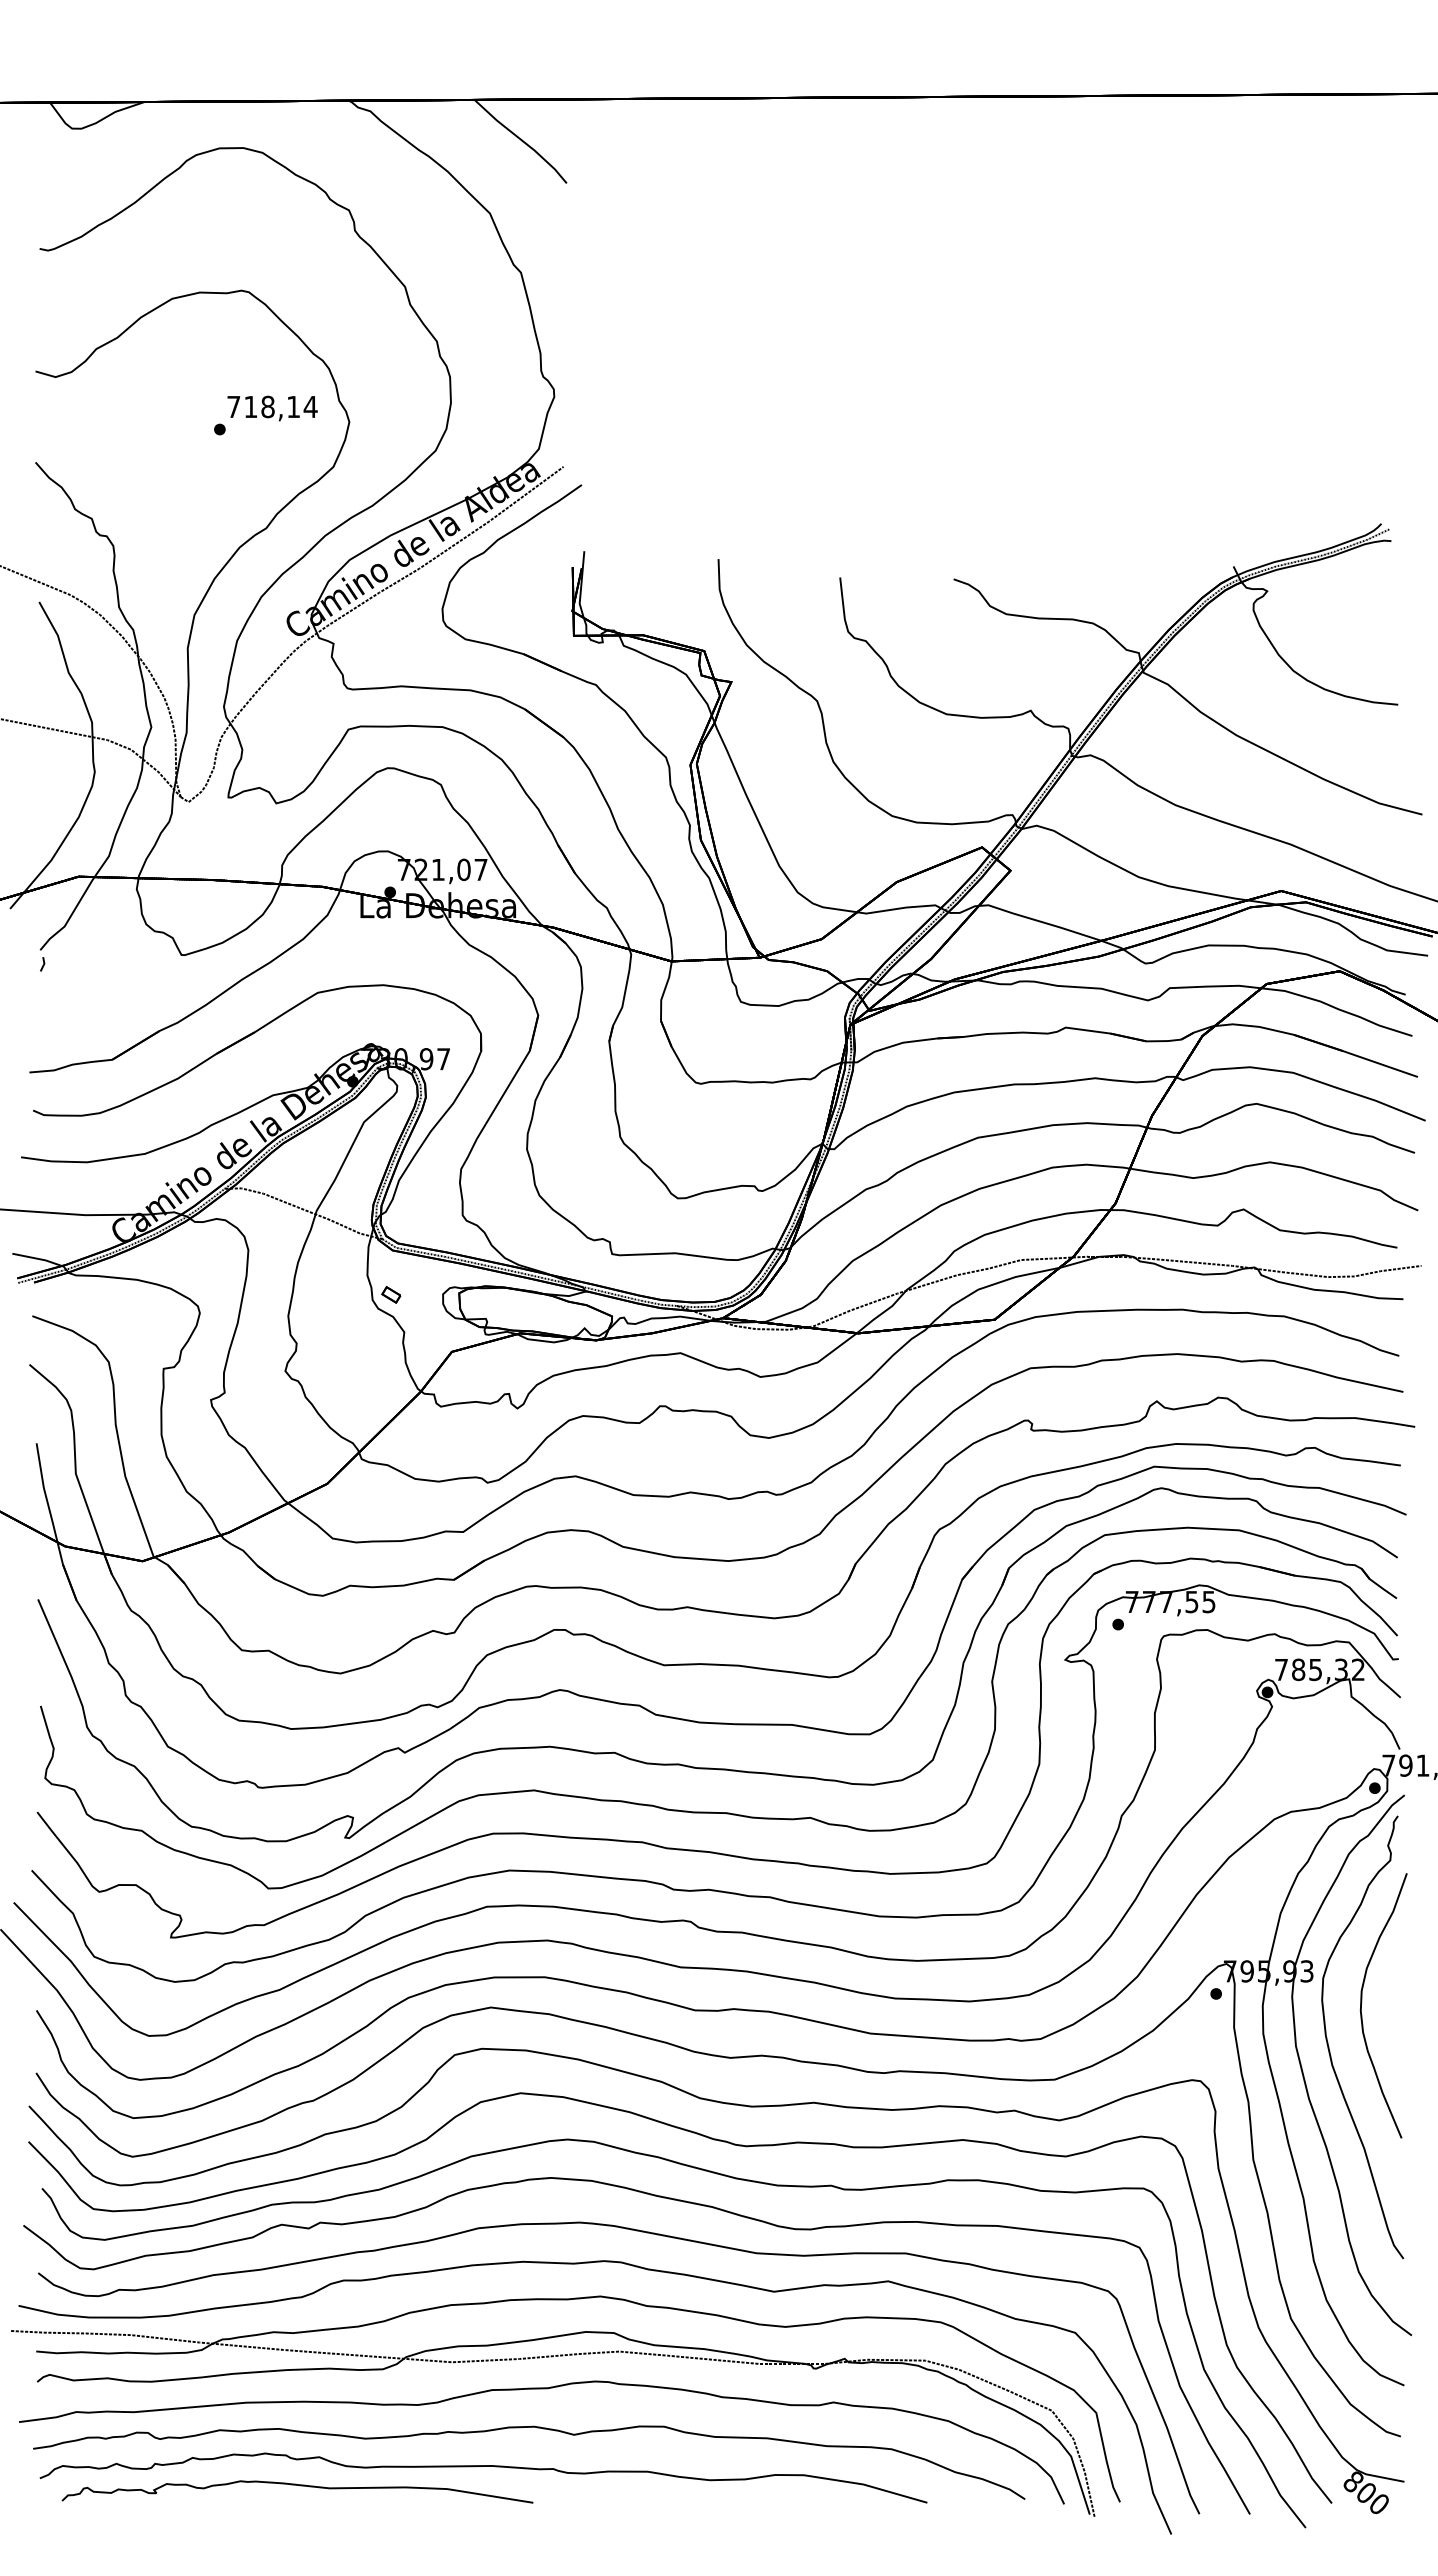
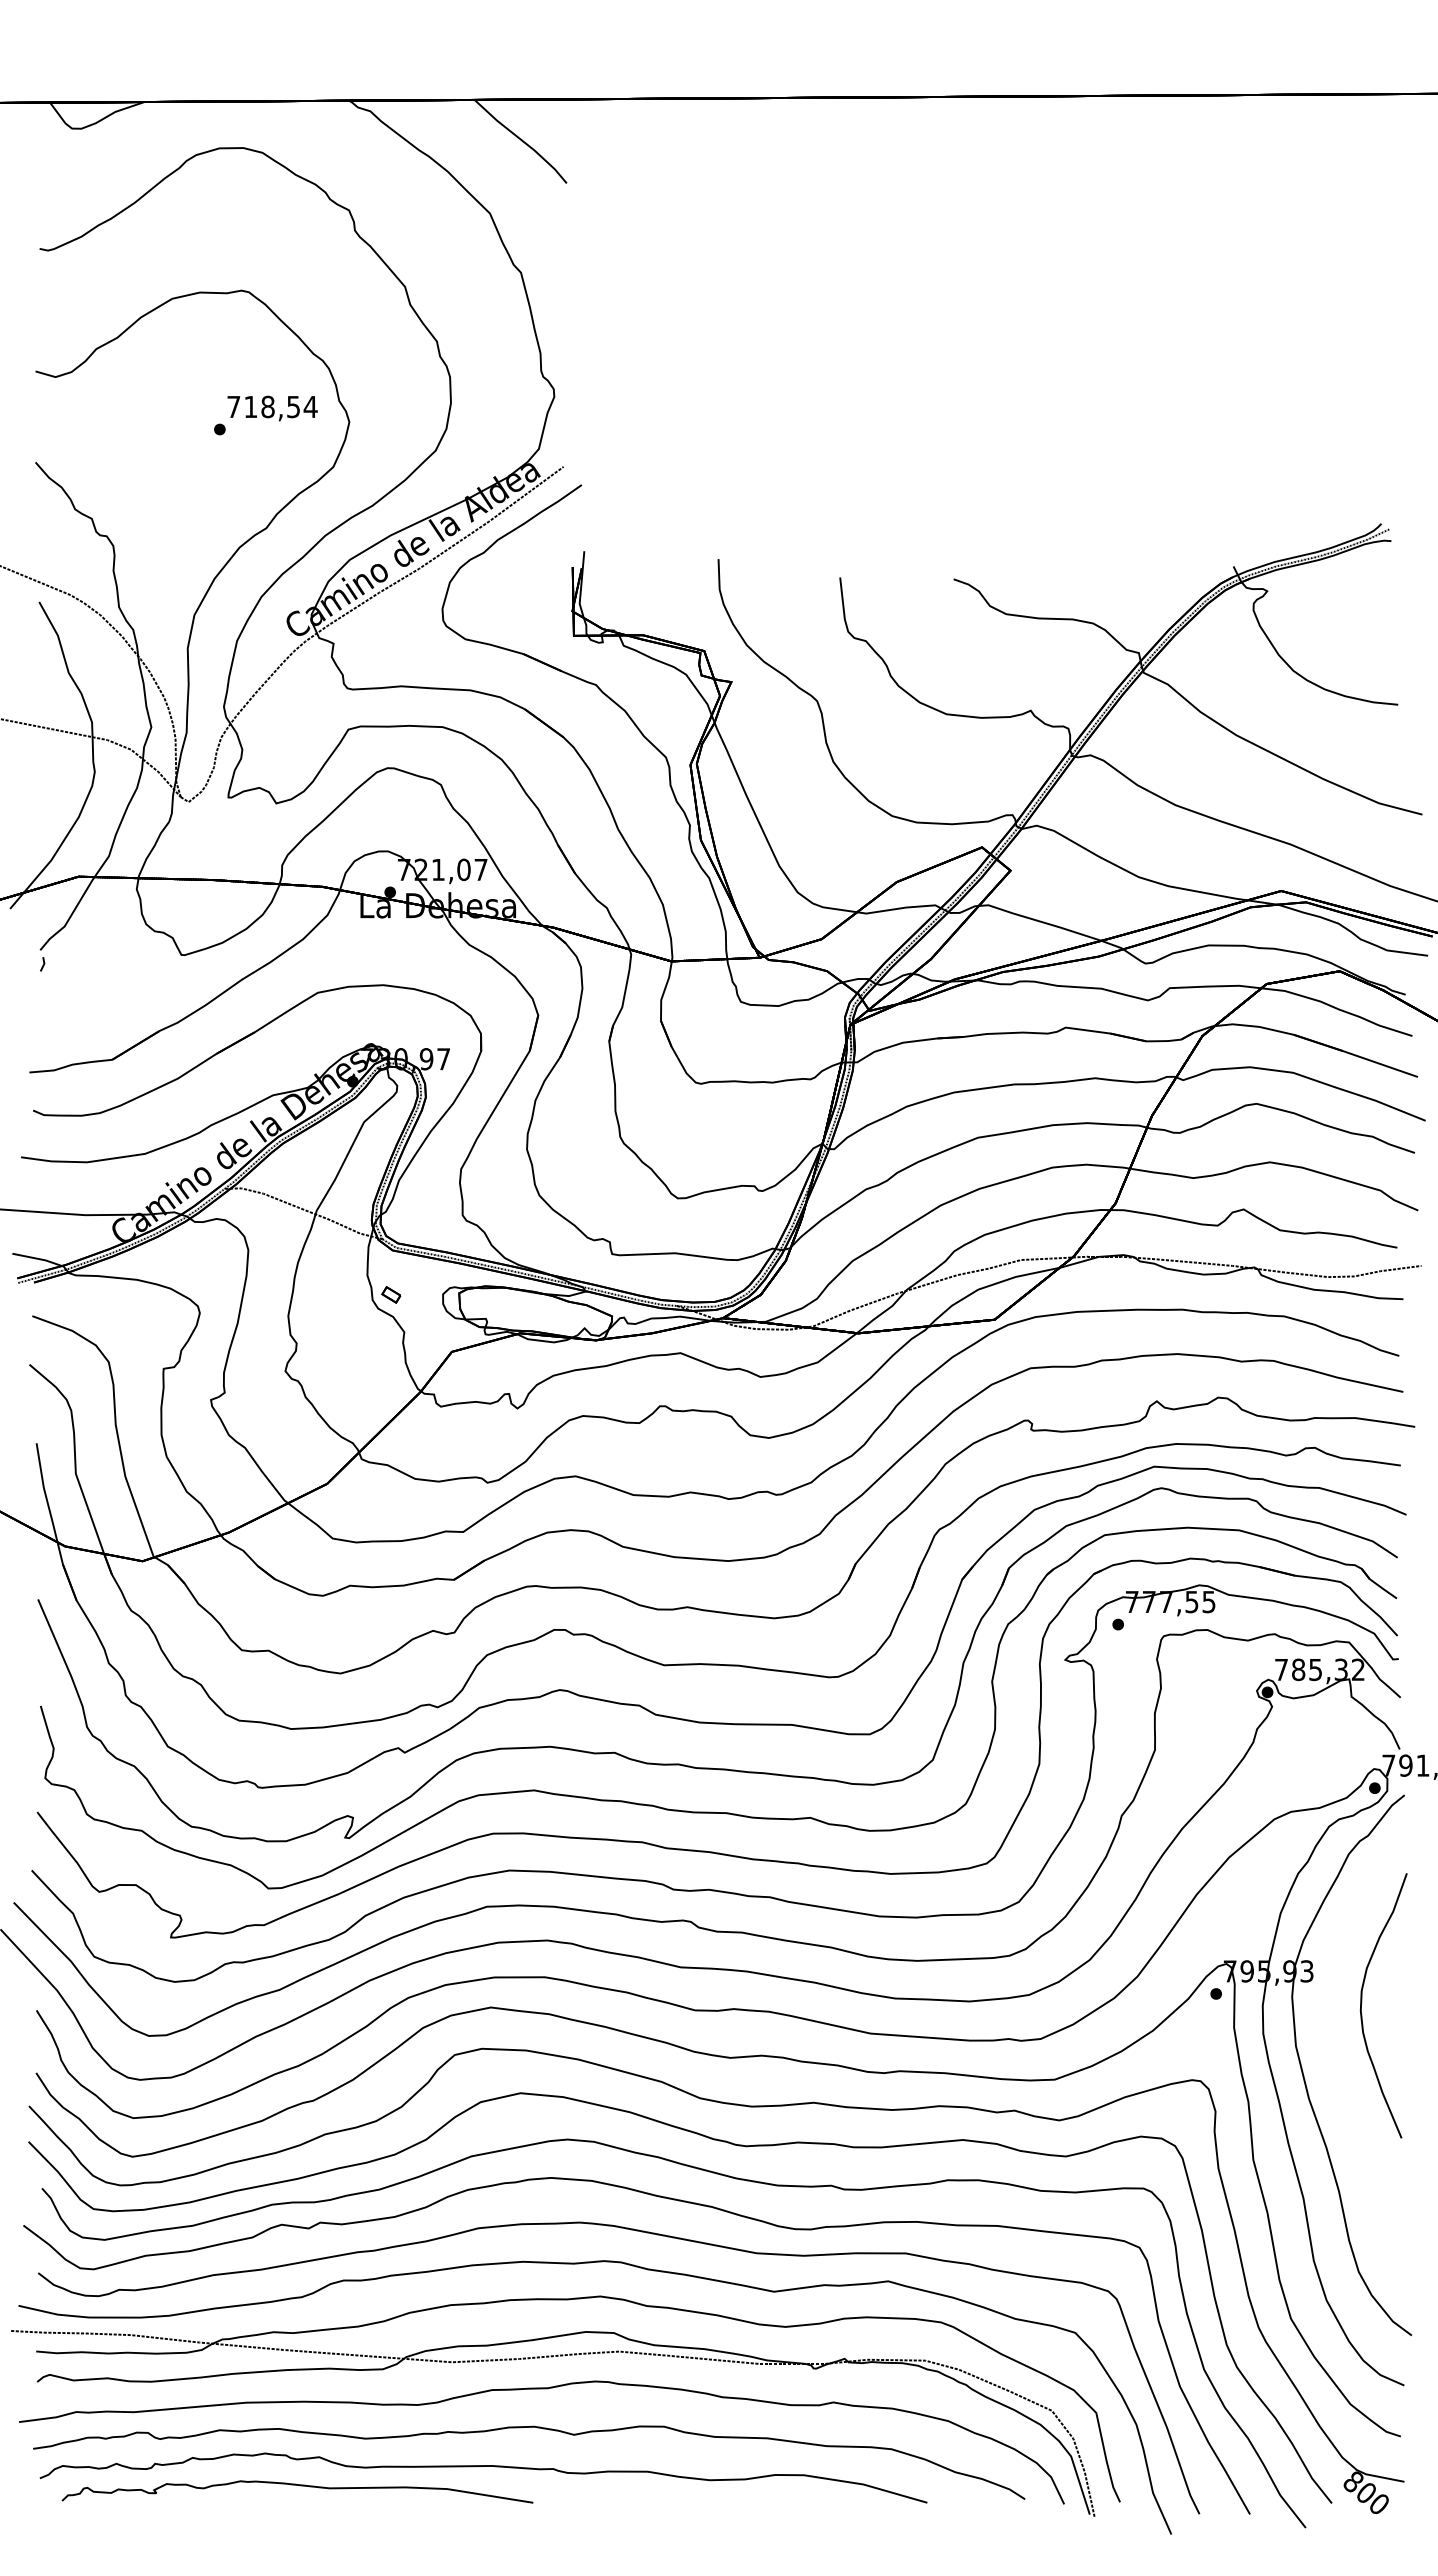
text at (293, 407): 718,14 -> 718,54
curve at (1329, 2046): present -> none
